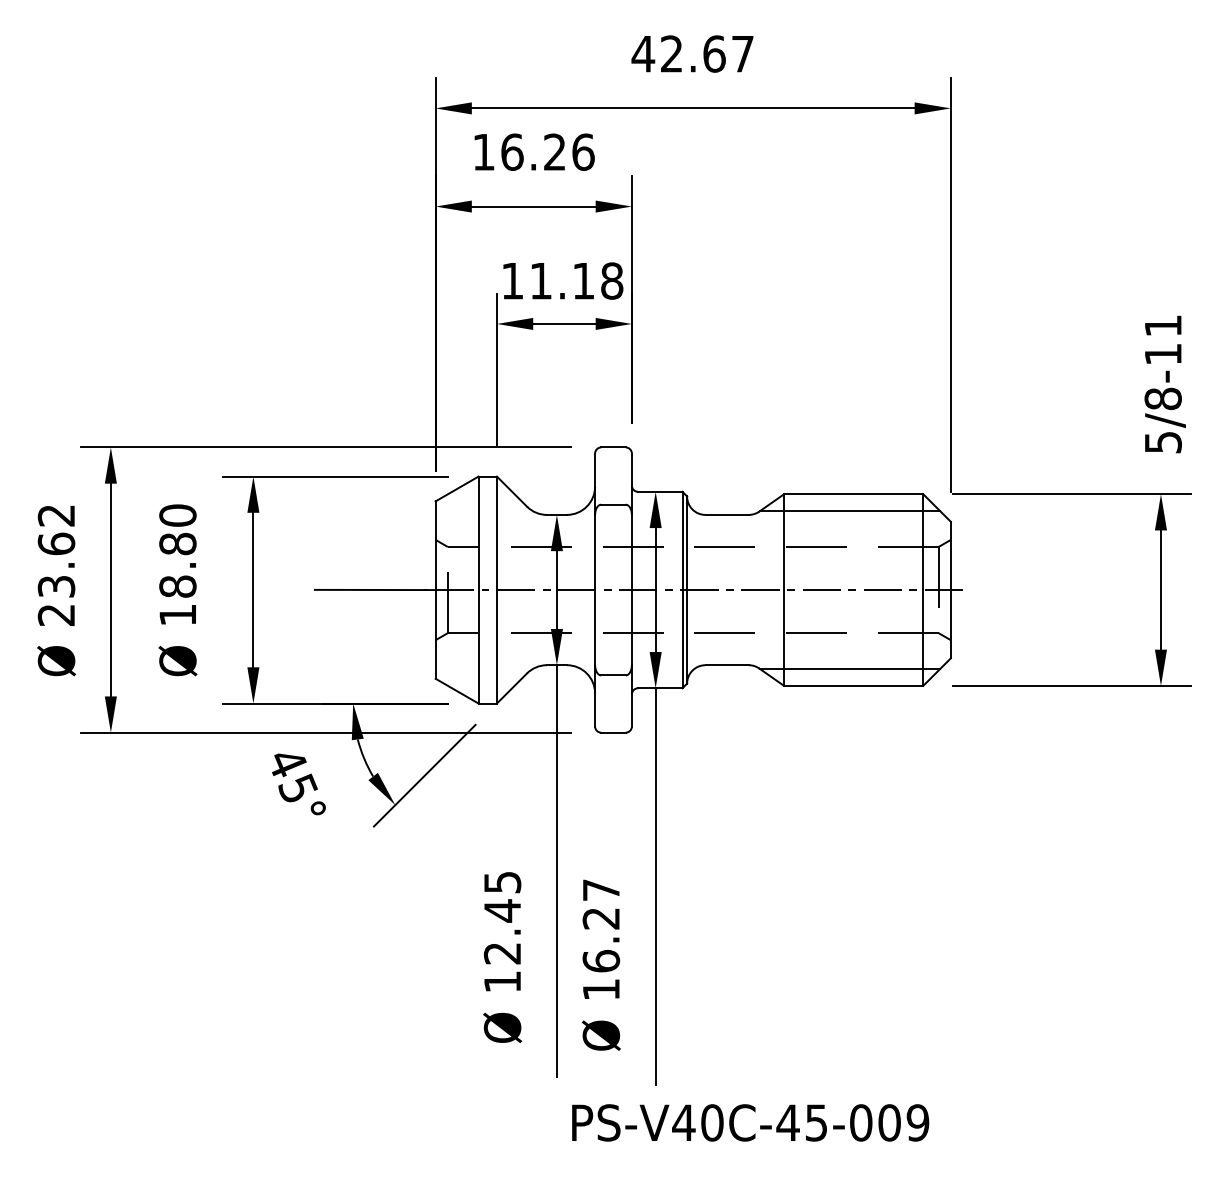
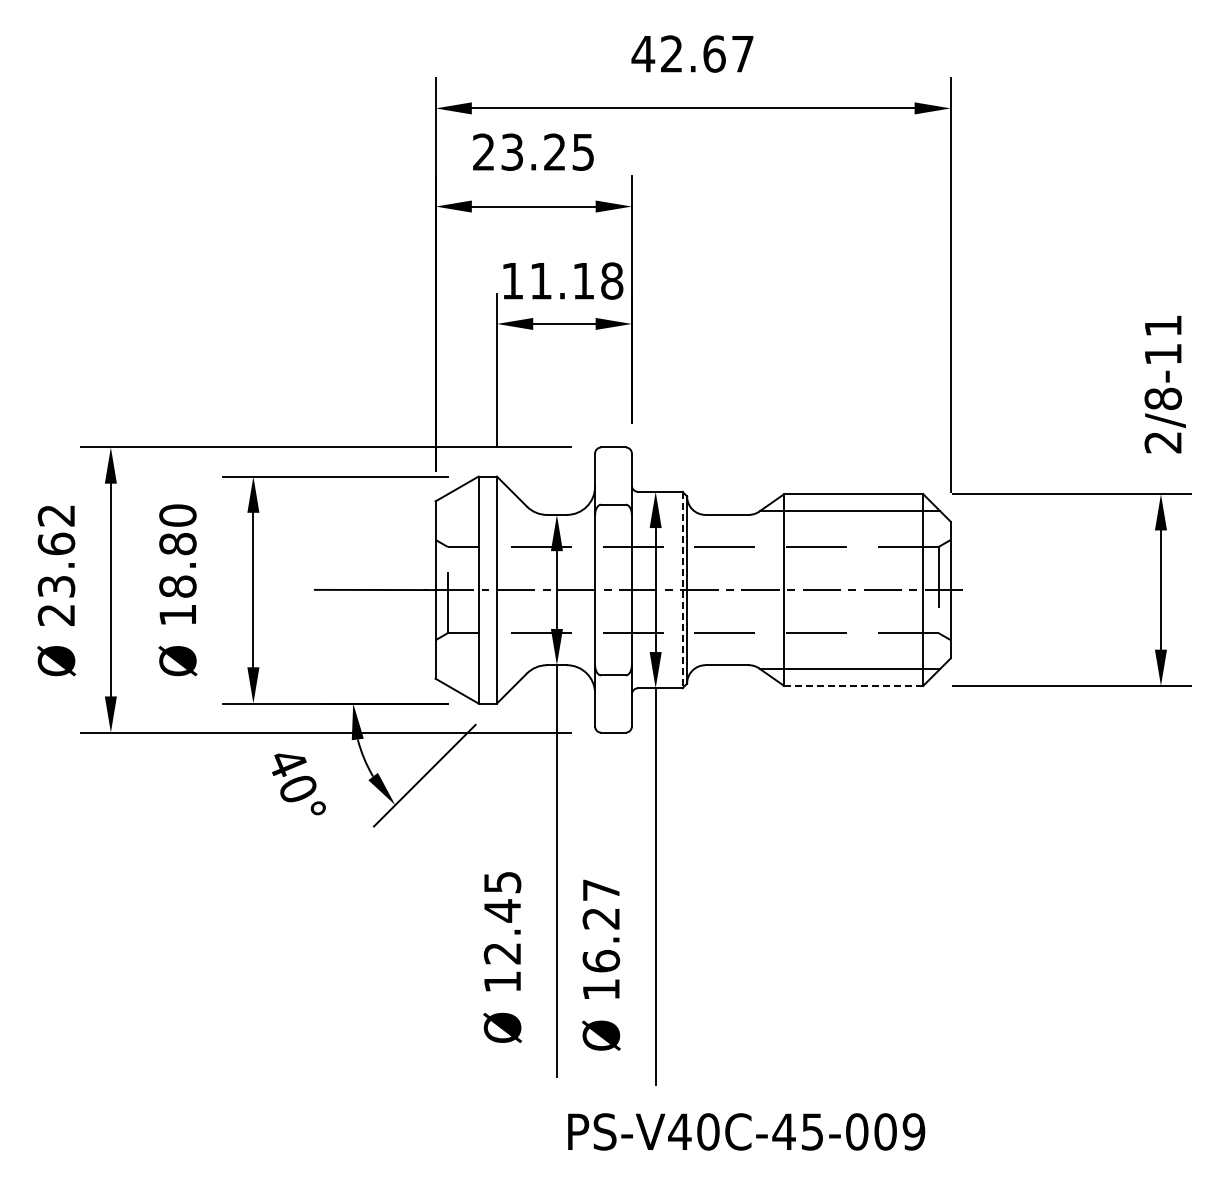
text at (533, 151): 16.26 -> 23.25
text at (1162, 442): 5/8-11 -> 2/8-11
line at (682, 590): solid -> dashed
line at (853, 685): solid -> dashed
text at (297, 787): 45° -> 40°
text at (750, 1122) position: (750, 1122) -> (746, 1131)
